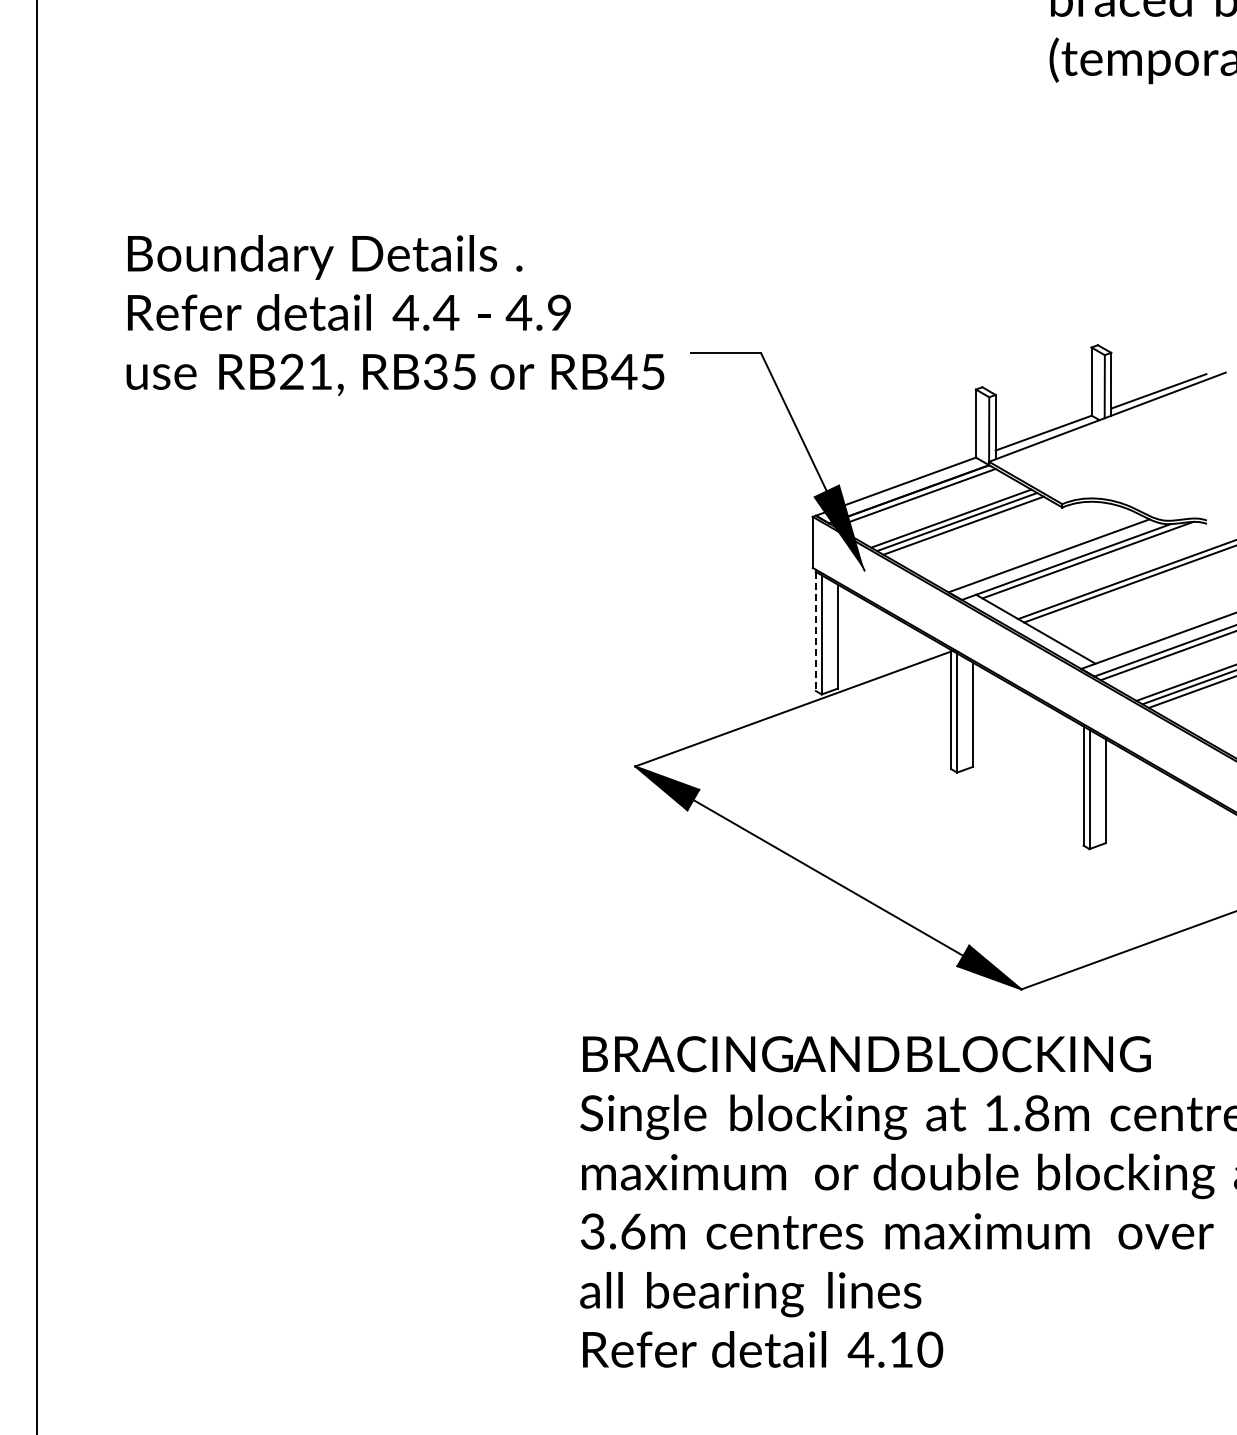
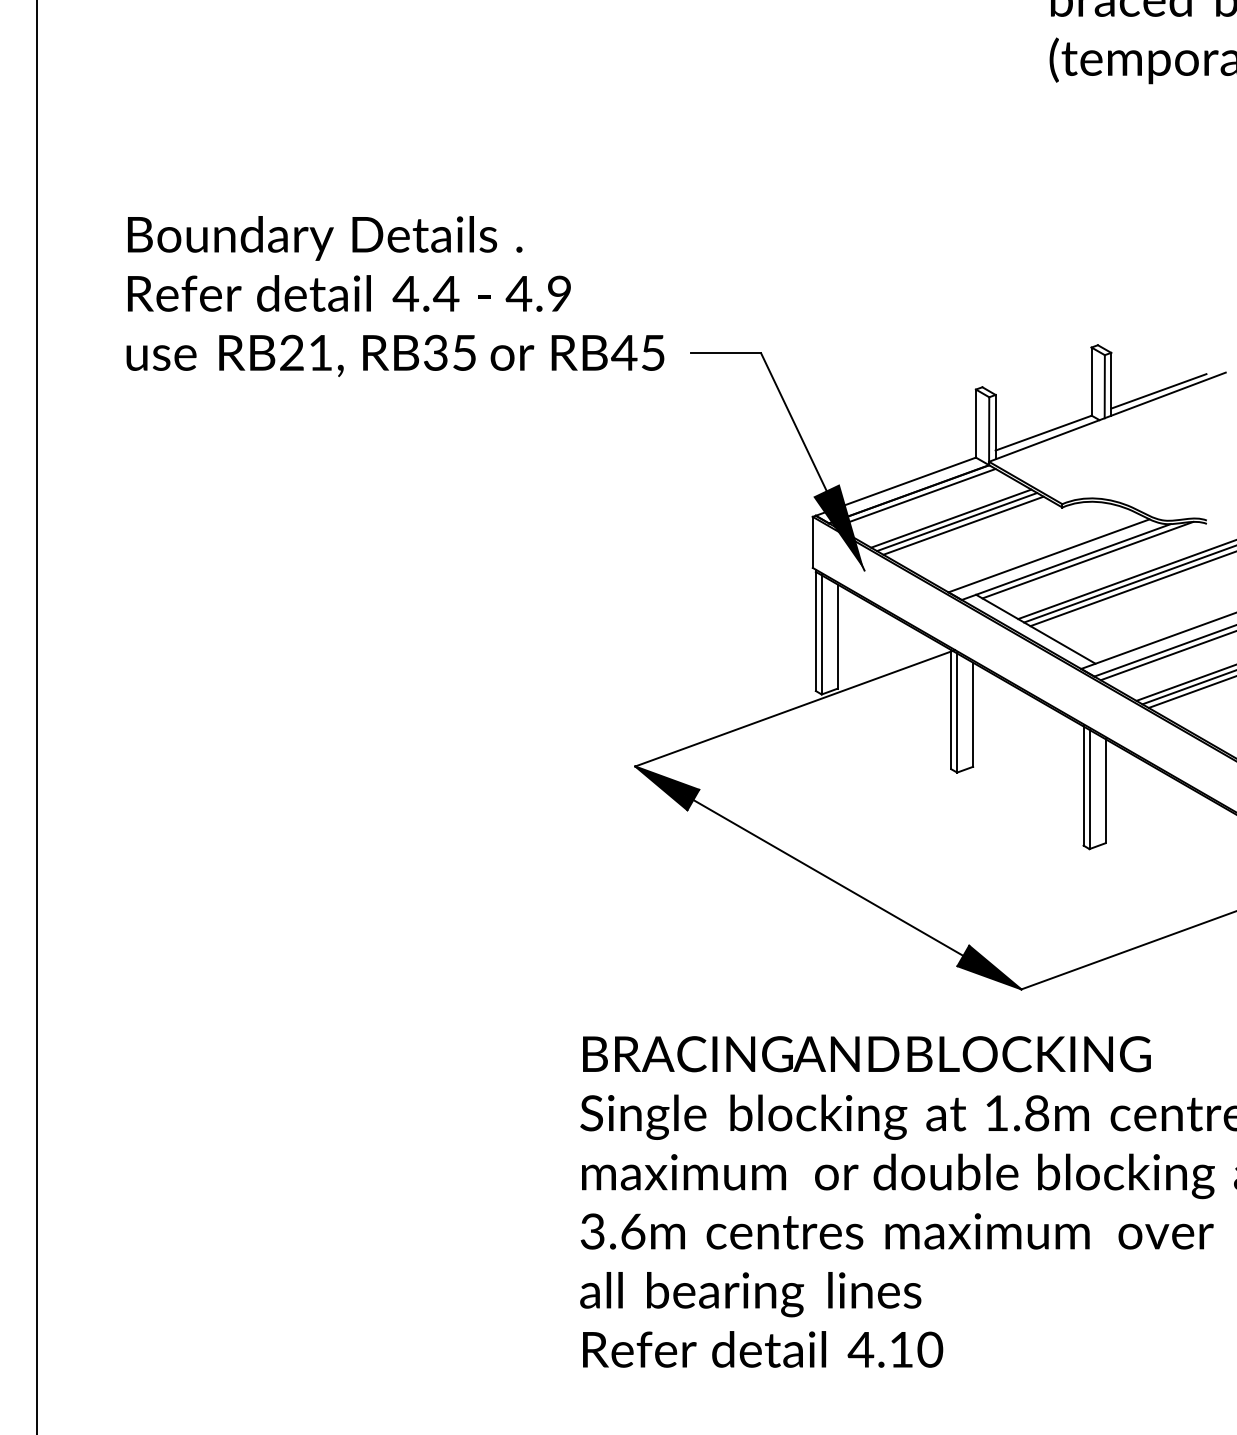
text at (395, 315) position: (395, 315) -> (395, 296)
line at (1131, 589): none -> present
line at (815, 631): dashed -> solid
